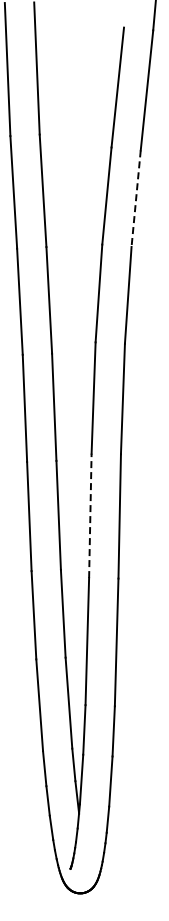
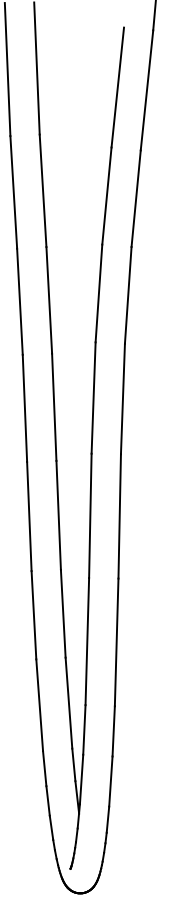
line at (136, 198): dashed -> solid
line at (90, 515): dashed -> solid
